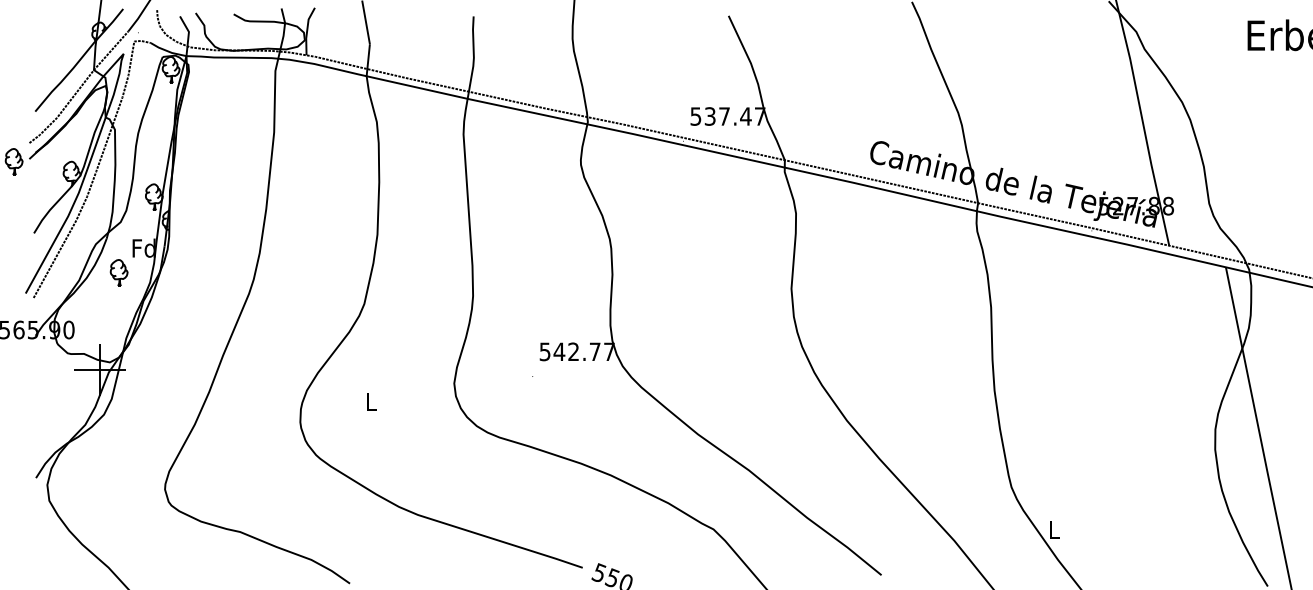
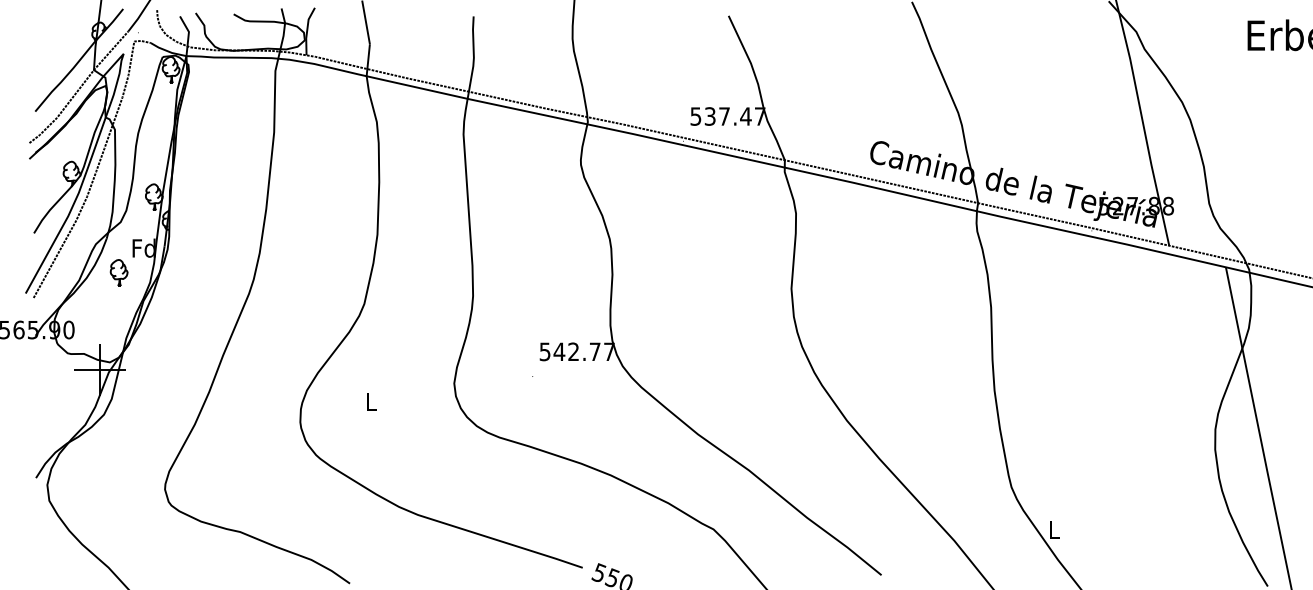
part at (13, 161): present -> none
